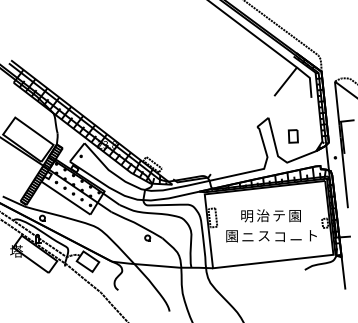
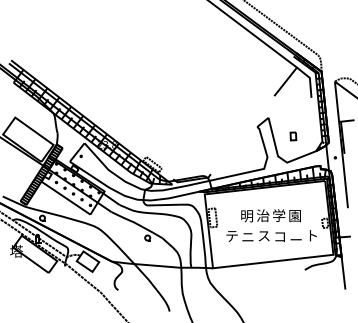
part at (292, 136) size: 12x15 px -> 9x11 px
text at (279, 215): テ -> 学
text at (231, 236): 園 -> テ
